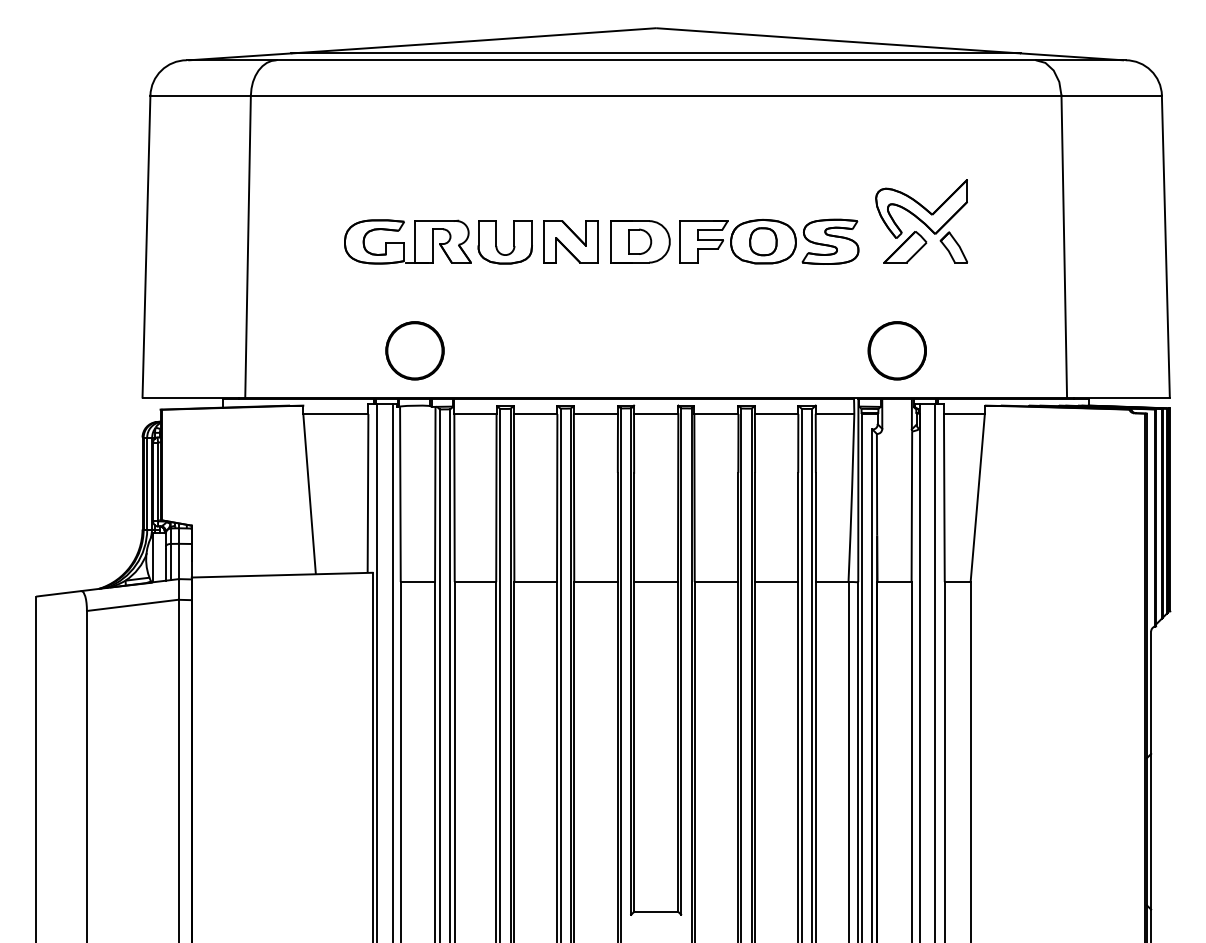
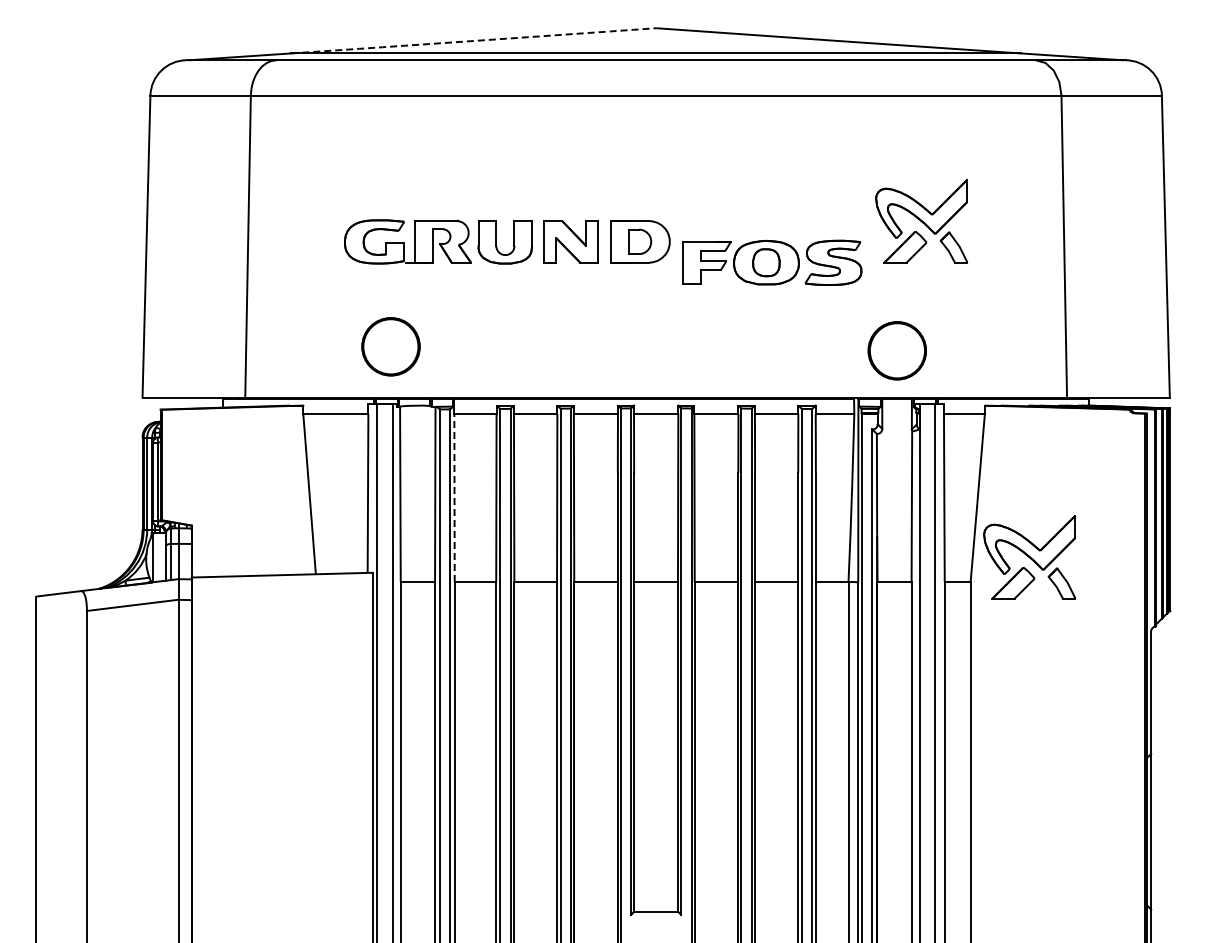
arc at (473, 40): solid -> dashed
part at (769, 241) position: (769, 241) -> (772, 262)
circle at (414, 350) position: (414, 350) -> (390, 346)
line at (454, 497): solid -> dashed
part at (1029, 557): none -> present
